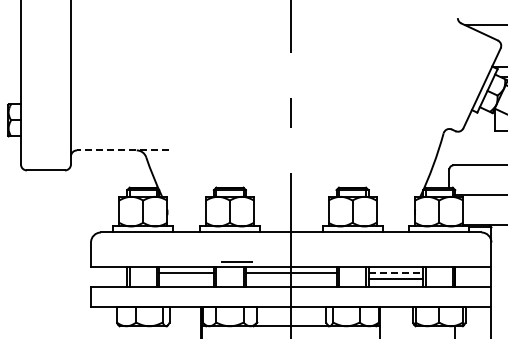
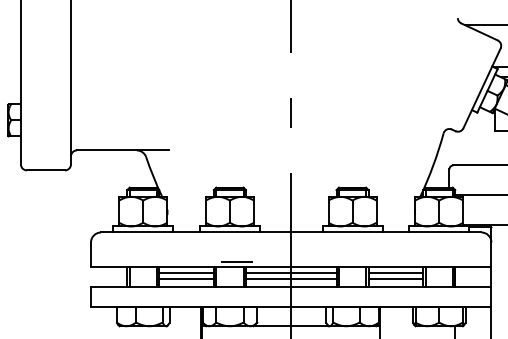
line at (122, 150): dashed -> solid
line at (396, 272): dashed -> solid
line at (186, 278): none -> present
line at (290, 278): none -> present
